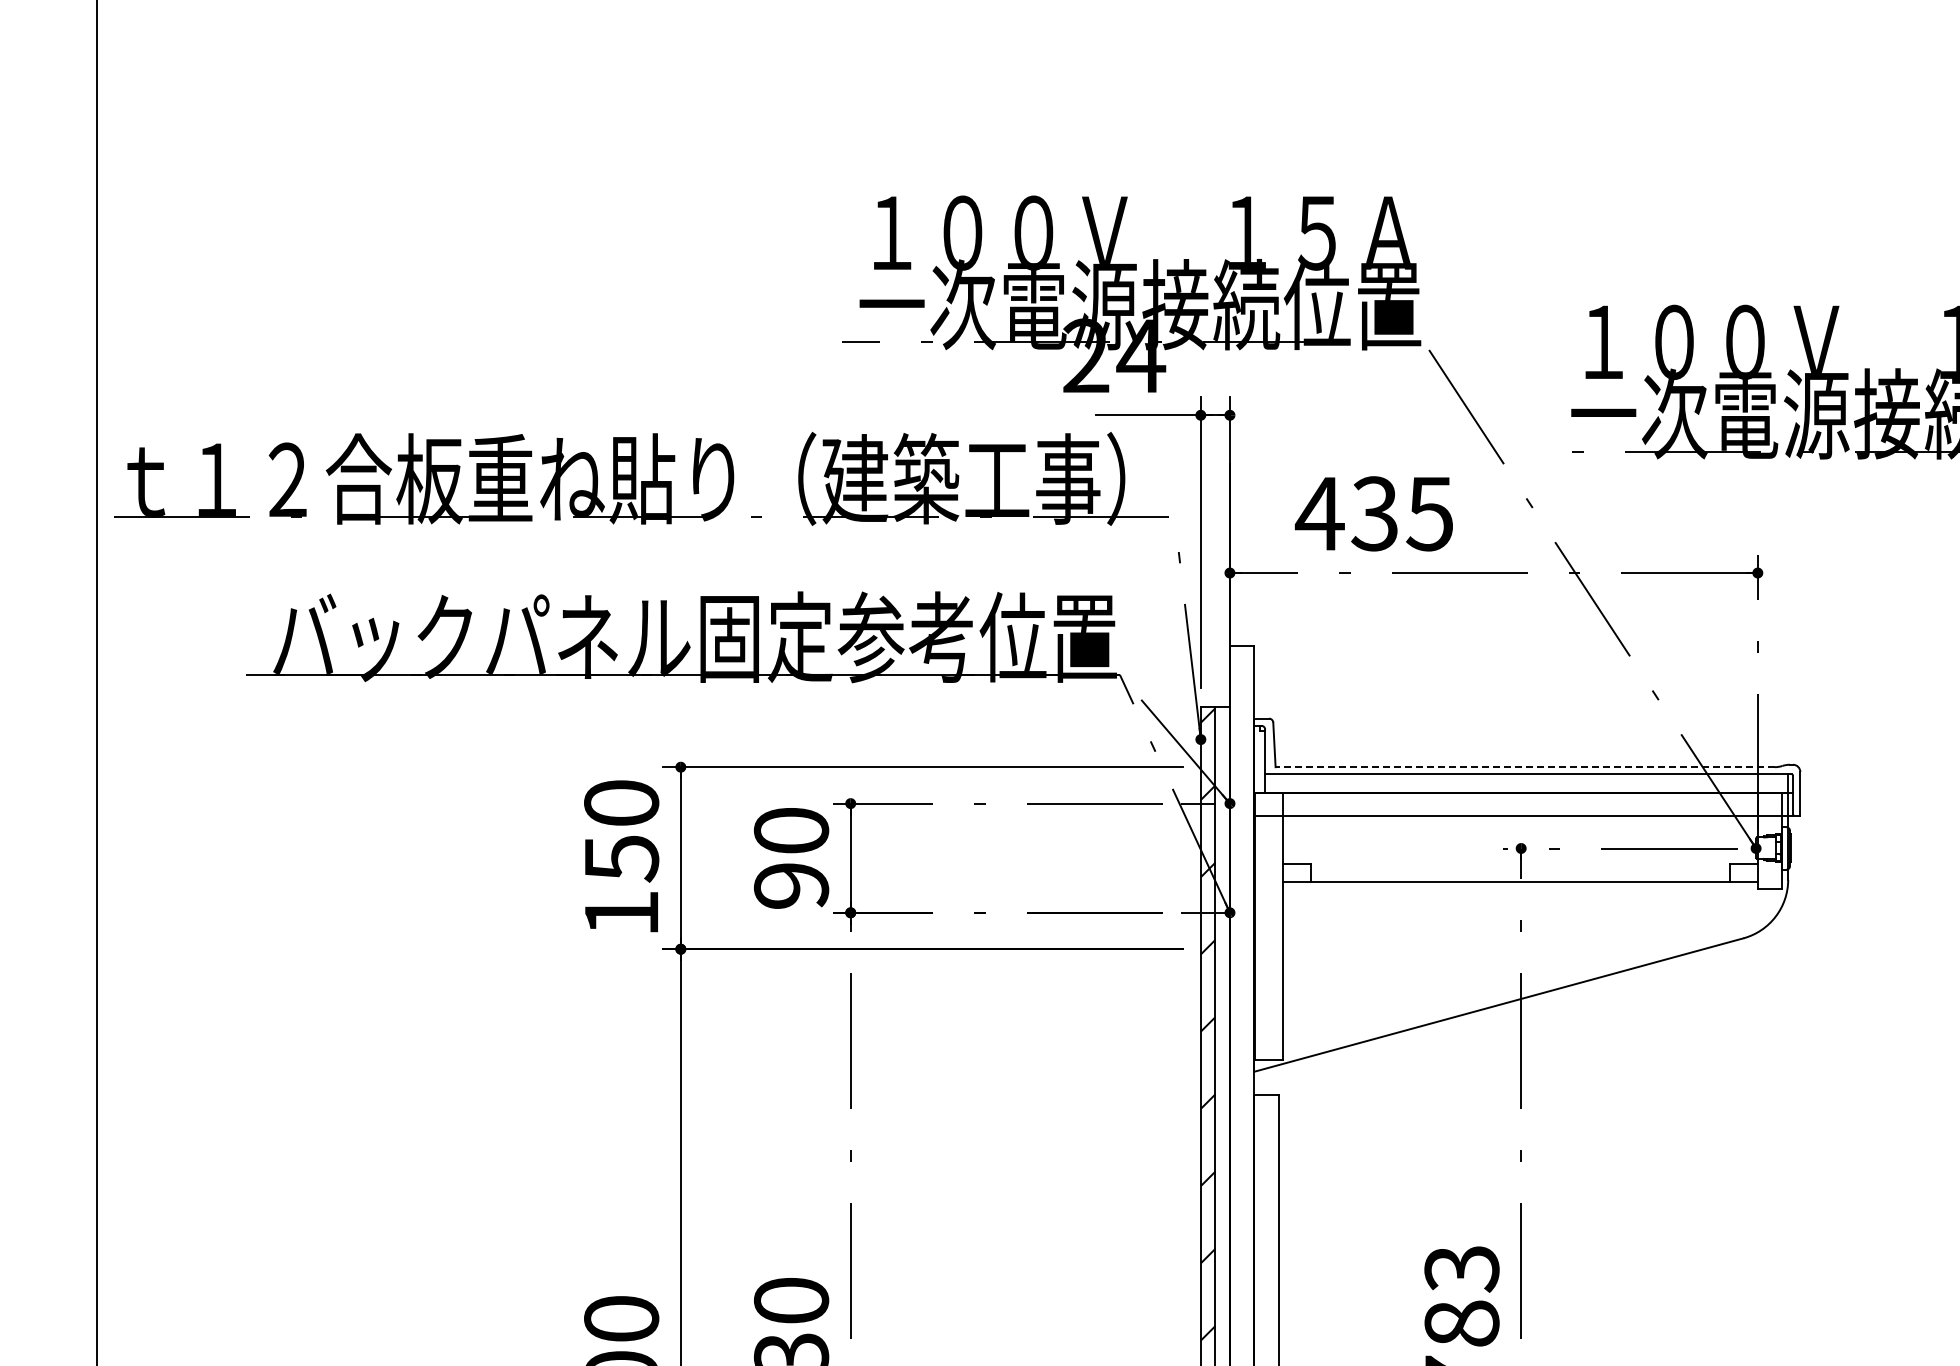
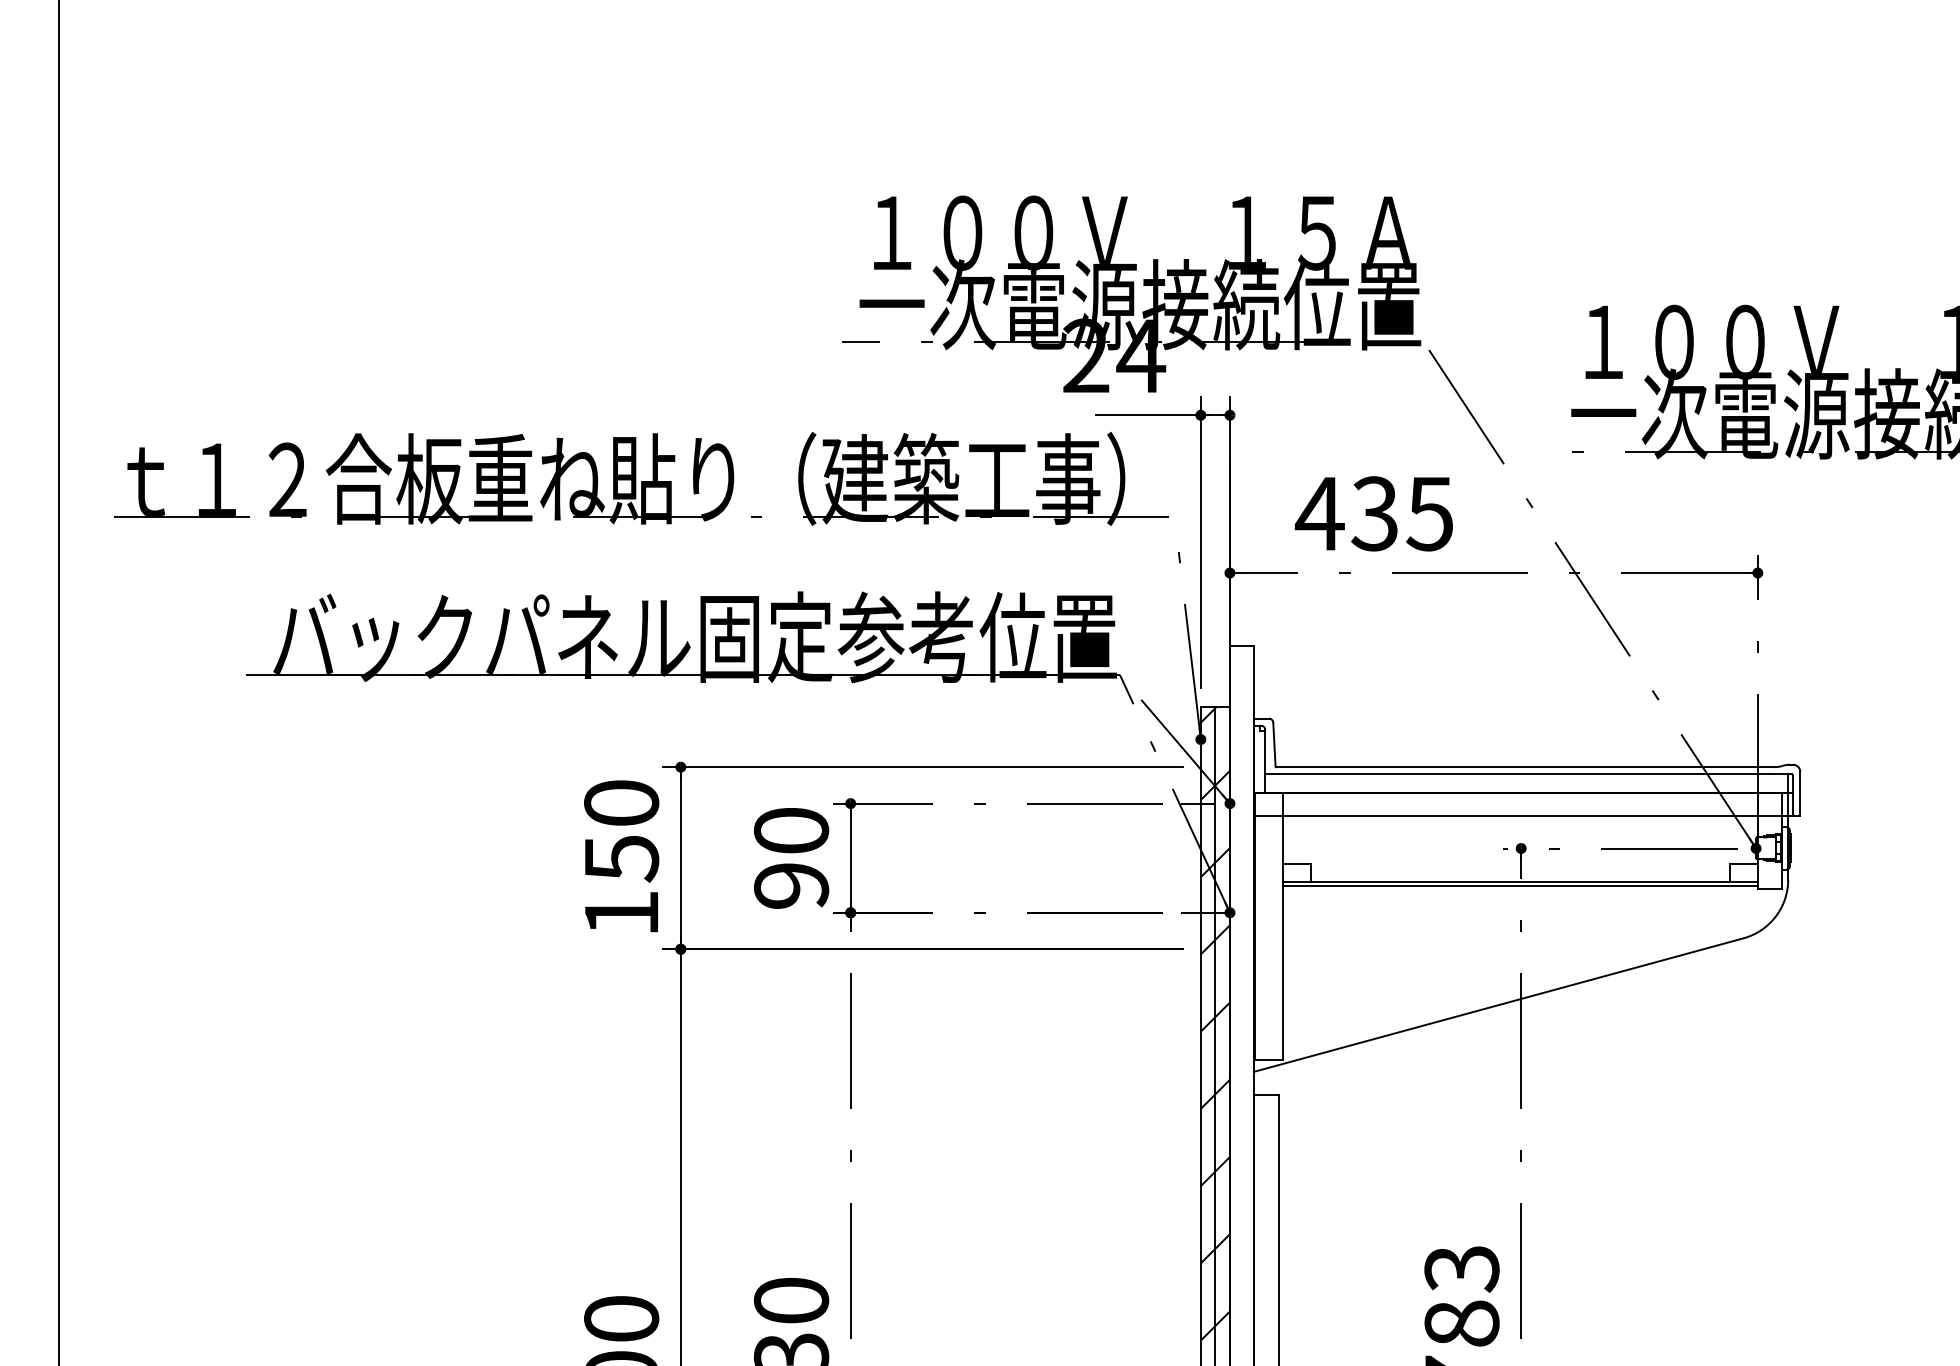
line at (96, 682) position: (96, 682) -> (58, 682)
line at (1525, 767): dashed -> solid
line at (1520, 885): none -> present
hatch at (1222, 1015): none -> present
